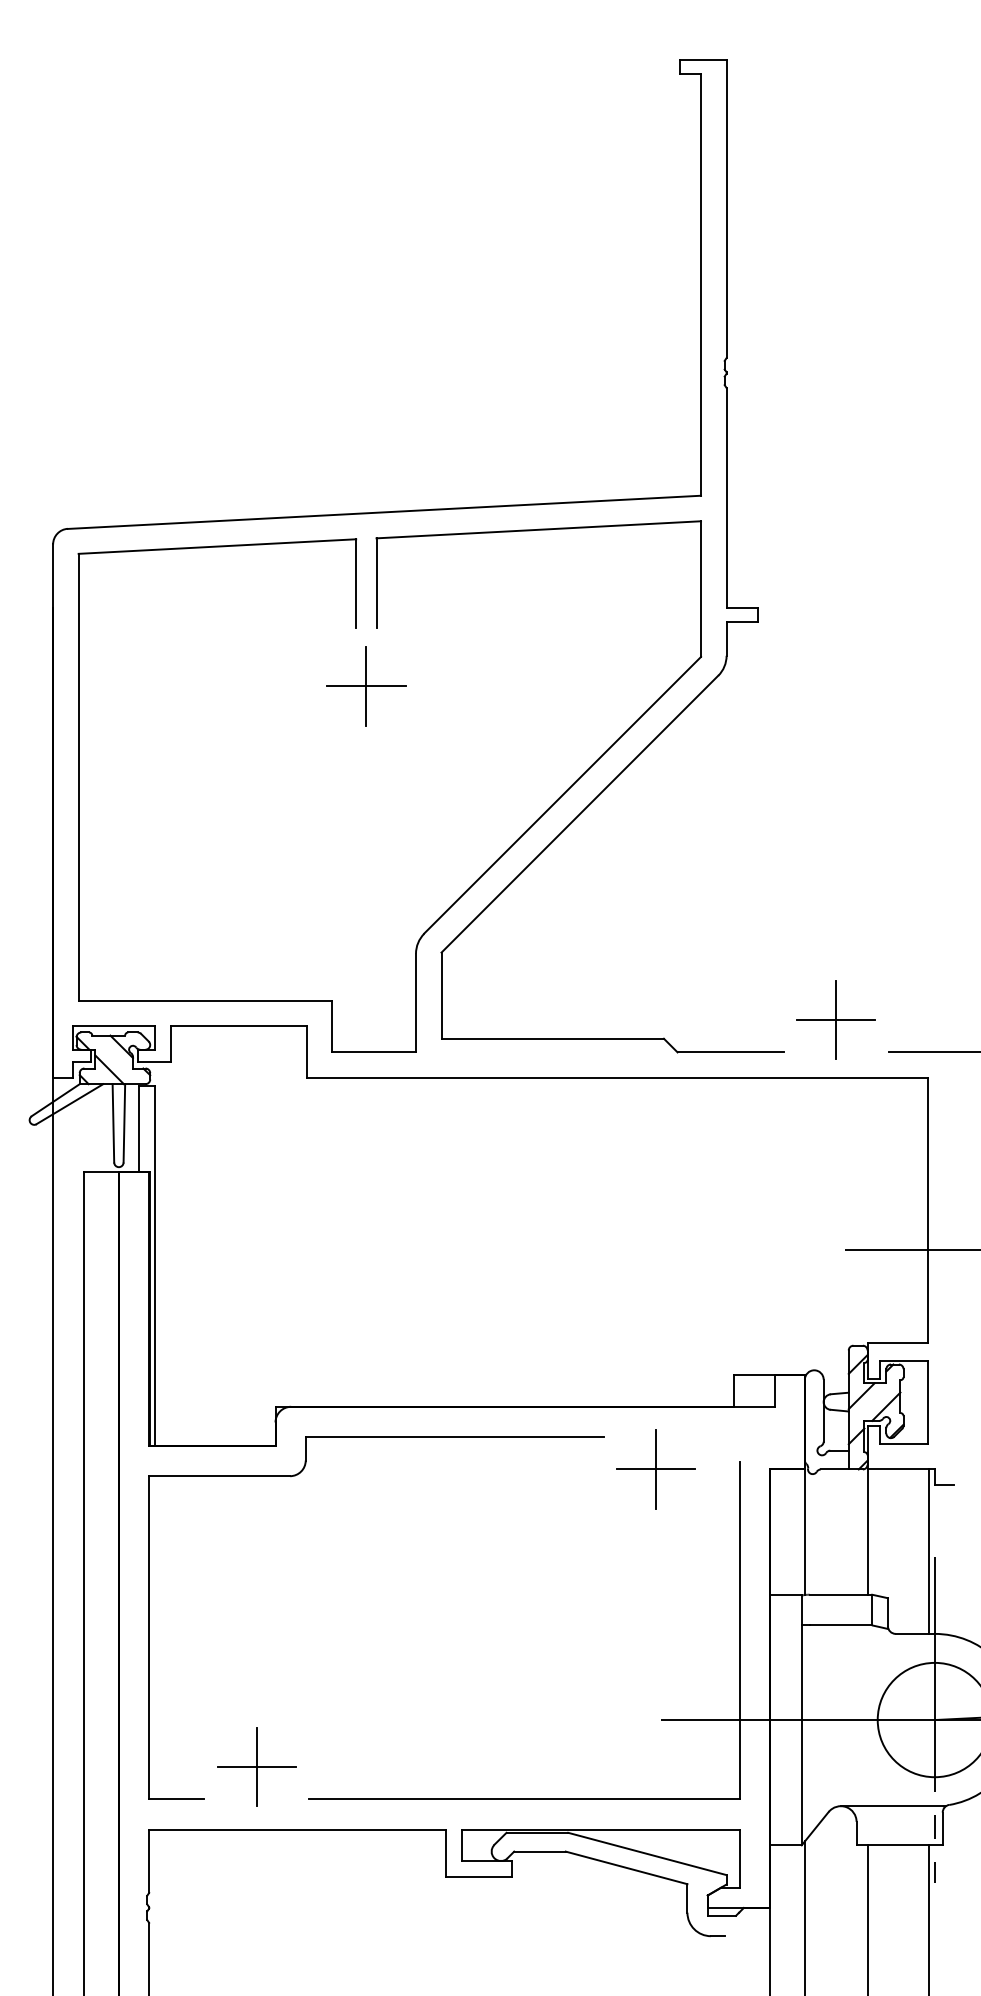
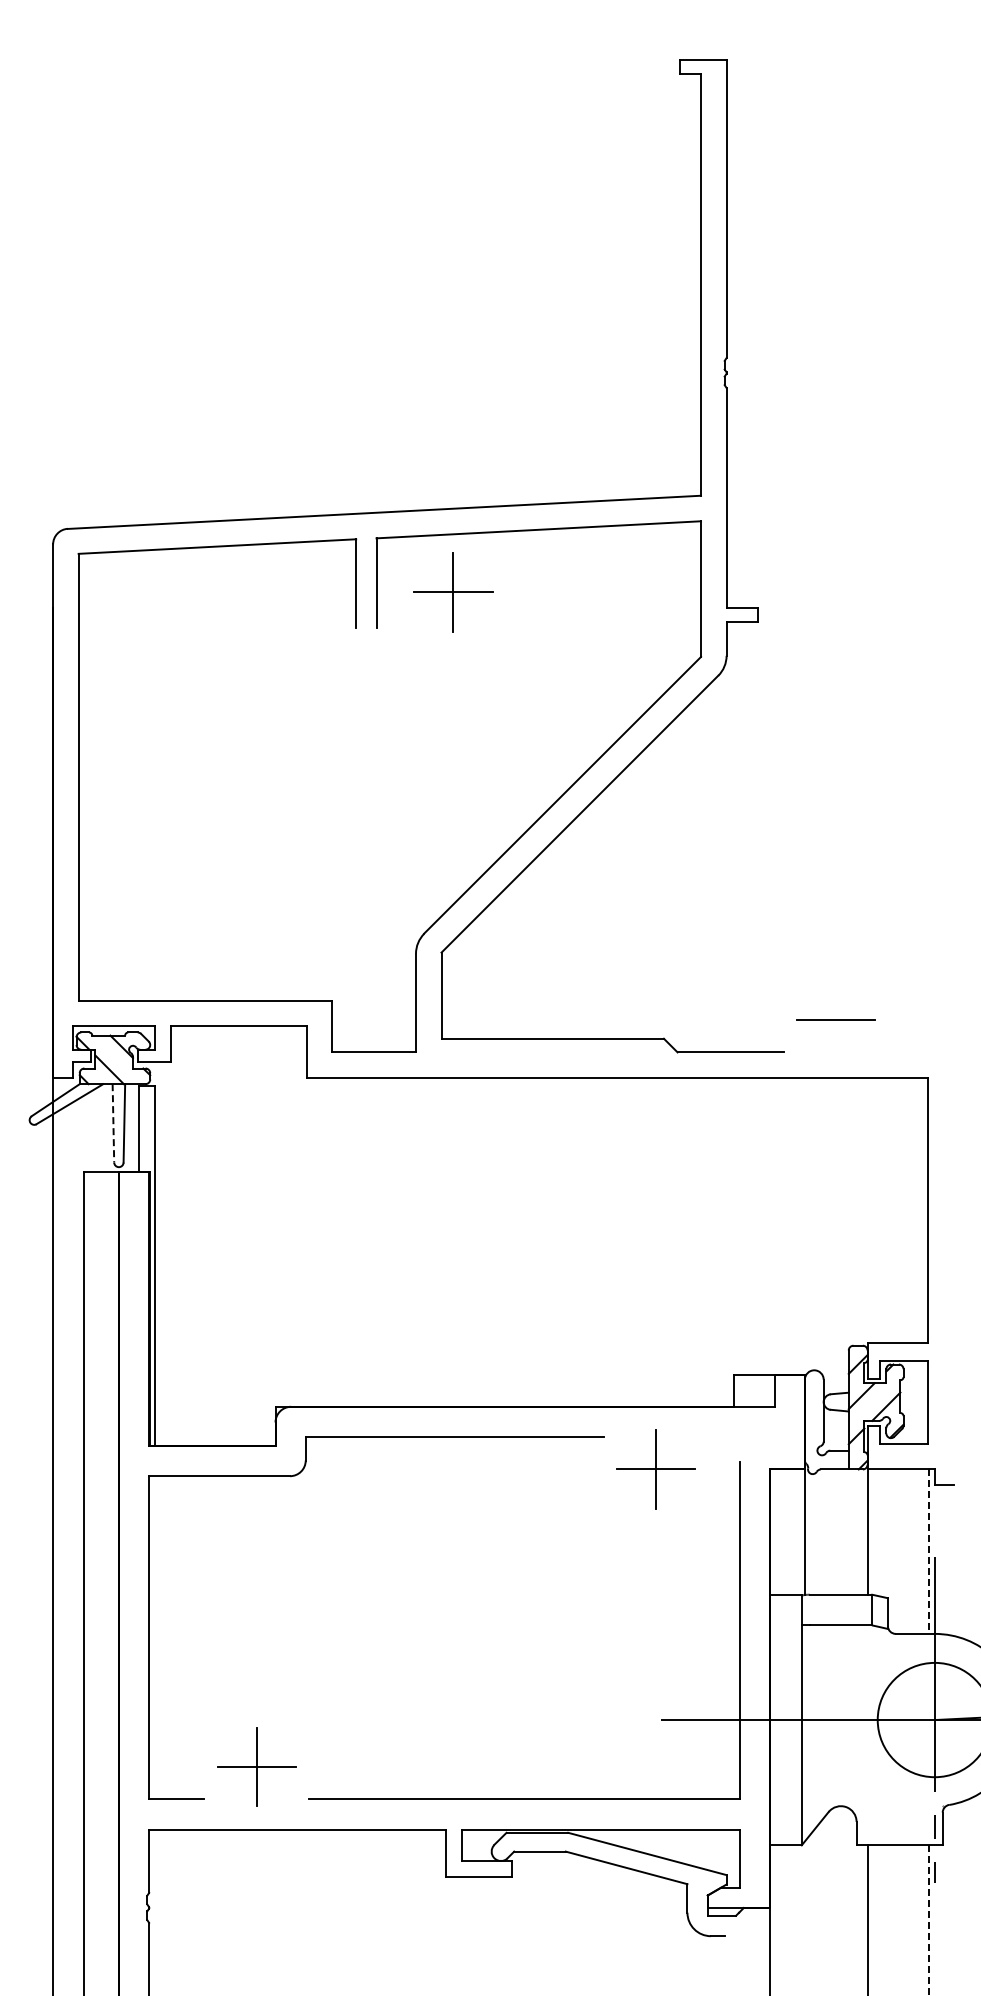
part at (366, 686) position: (366, 686) -> (453, 592)
line at (836, 1019): present -> none
line at (932, 1052): present -> none
line at (113, 1123): solid -> dashed
line at (910, 1250): present -> none
line at (928, 1552): solid -> dashed
line at (893, 1806): present -> none
line at (804, 1916): present -> none
line at (928, 1920): solid -> dashed
